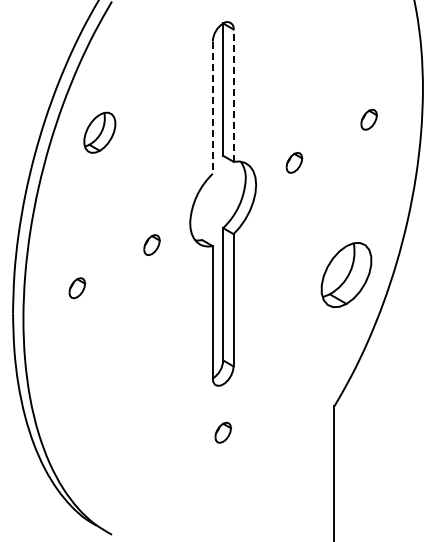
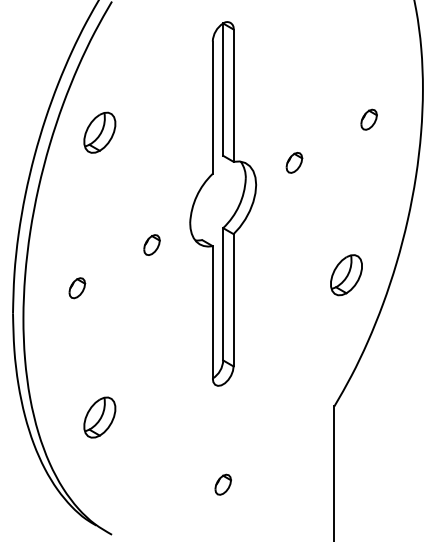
line at (233, 95): dashed -> solid
line at (212, 108): dashed -> solid
part at (346, 274) size: 53x66 px -> 33x43 px
part at (99, 417): none -> present
part at (222, 432) position: (222, 432) -> (222, 484)
